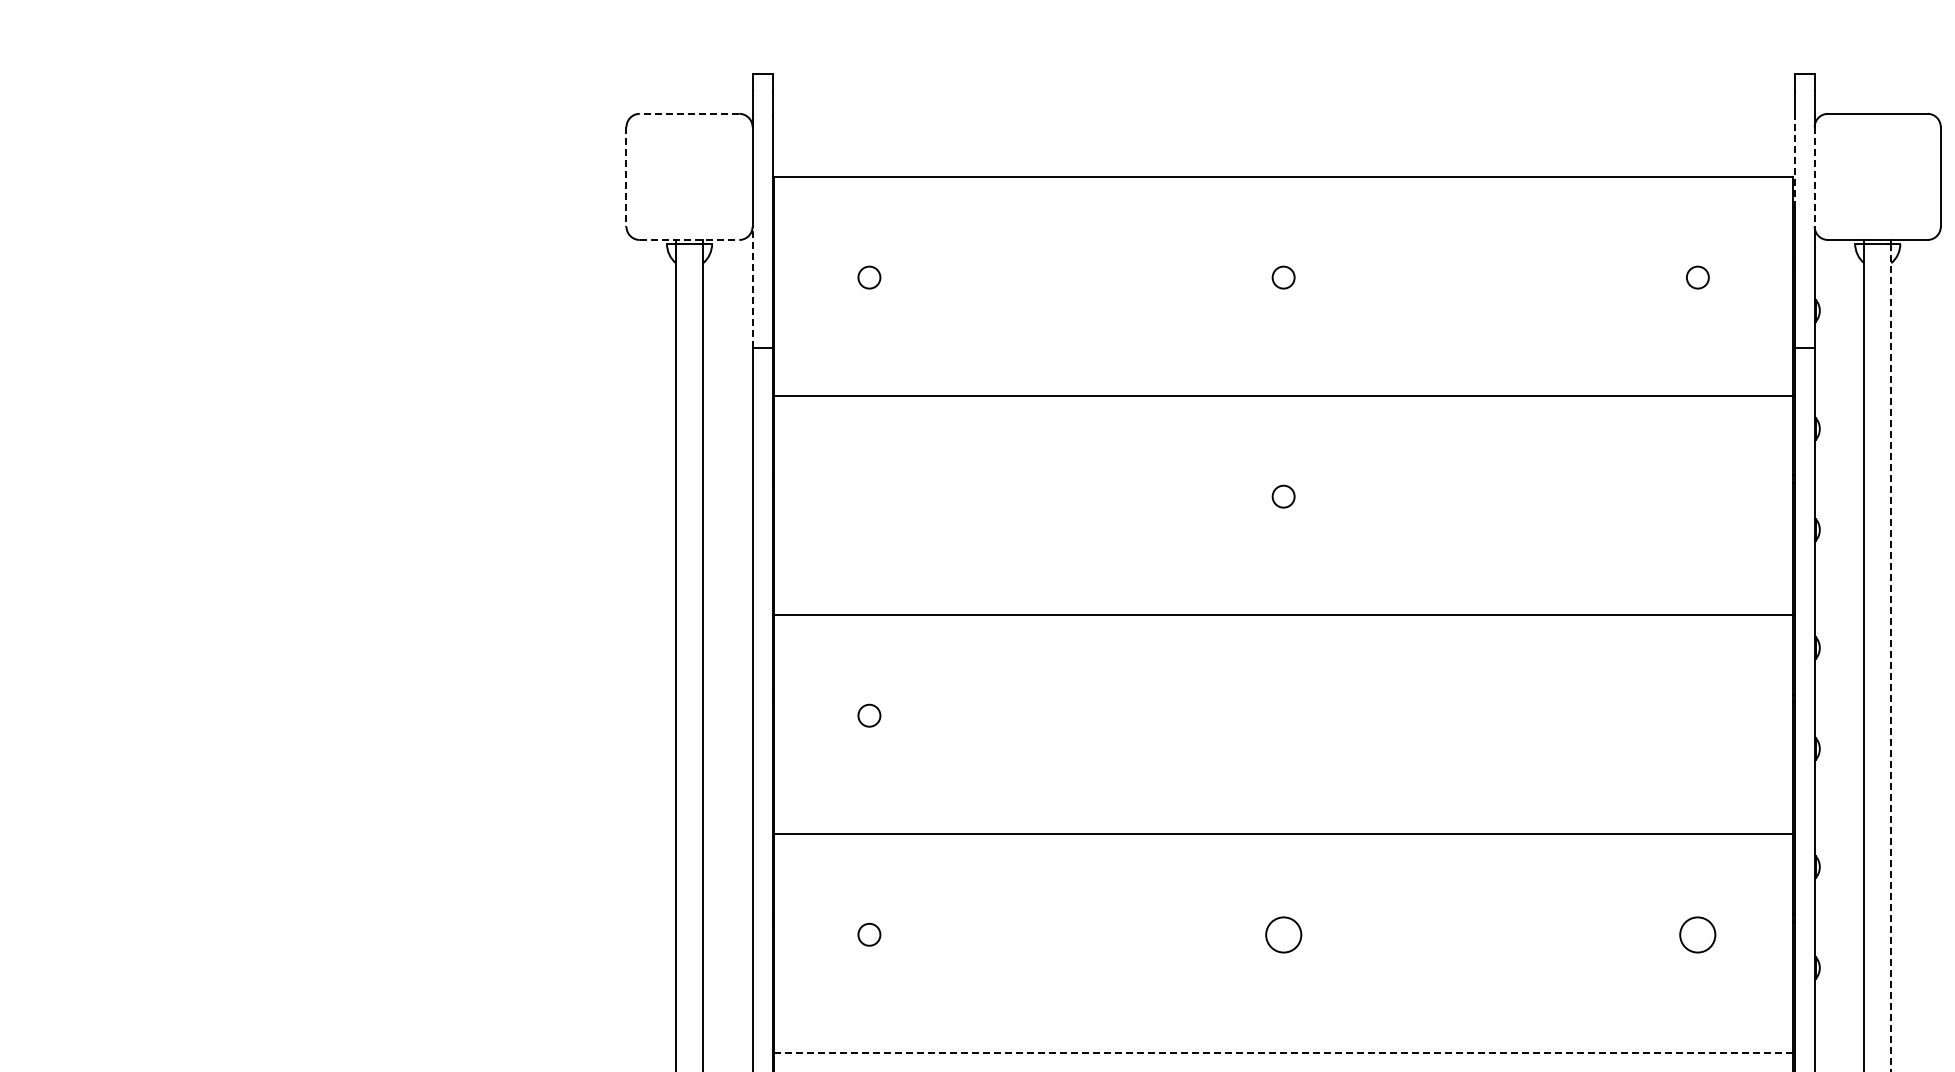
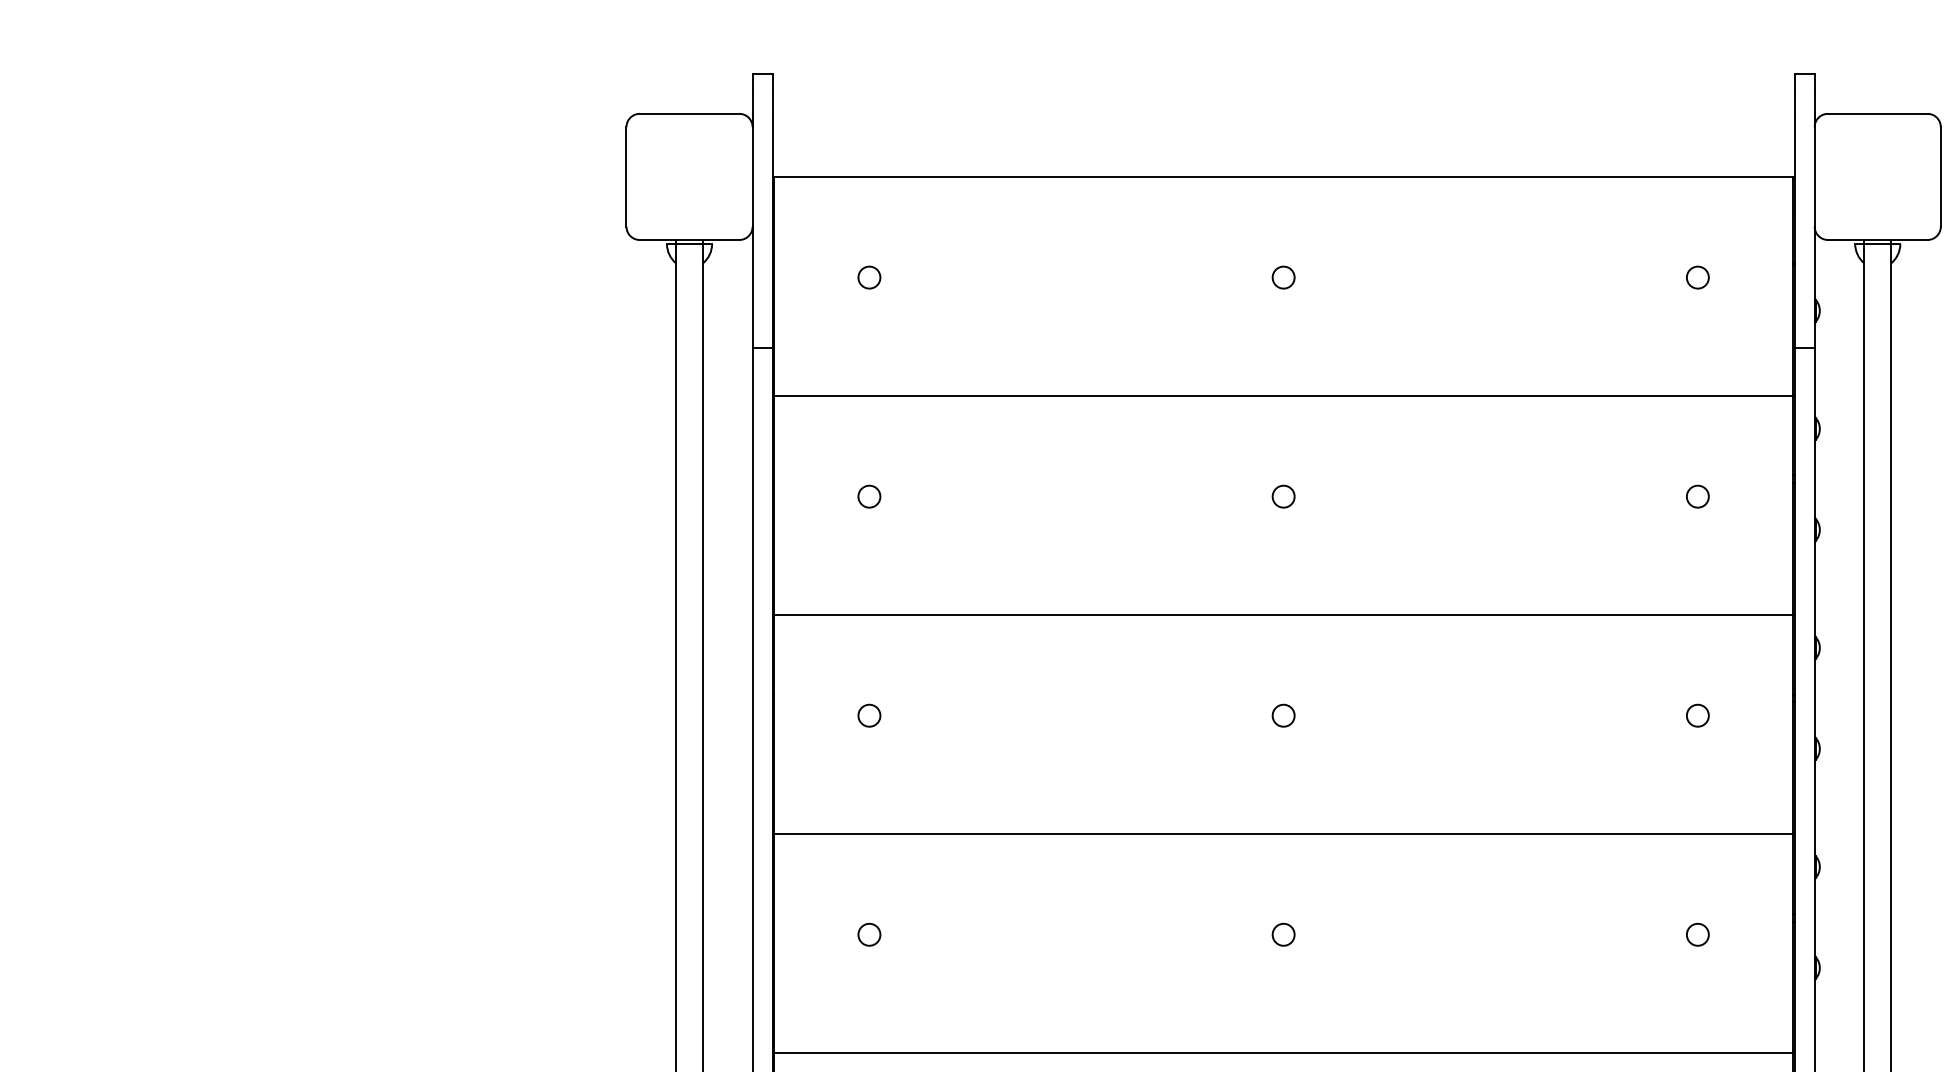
line at (689, 113): dashed -> solid
line at (1794, 160): dashed -> solid
line at (626, 176): dashed -> solid
line at (1814, 176): dashed -> solid
line at (689, 239): dashed -> solid
line at (752, 287): dashed -> solid
circle at (869, 496): none -> present
circle at (1697, 496): none -> present
line at (1891, 657): dashed -> solid
circle at (1283, 715): none -> present
circle at (1697, 715): none -> present
circle at (1283, 934) size: 38x38 px -> 25x25 px
circle at (1697, 934) size: 38x38 px -> 24x25 px
line at (1283, 1052): dashed -> solid
